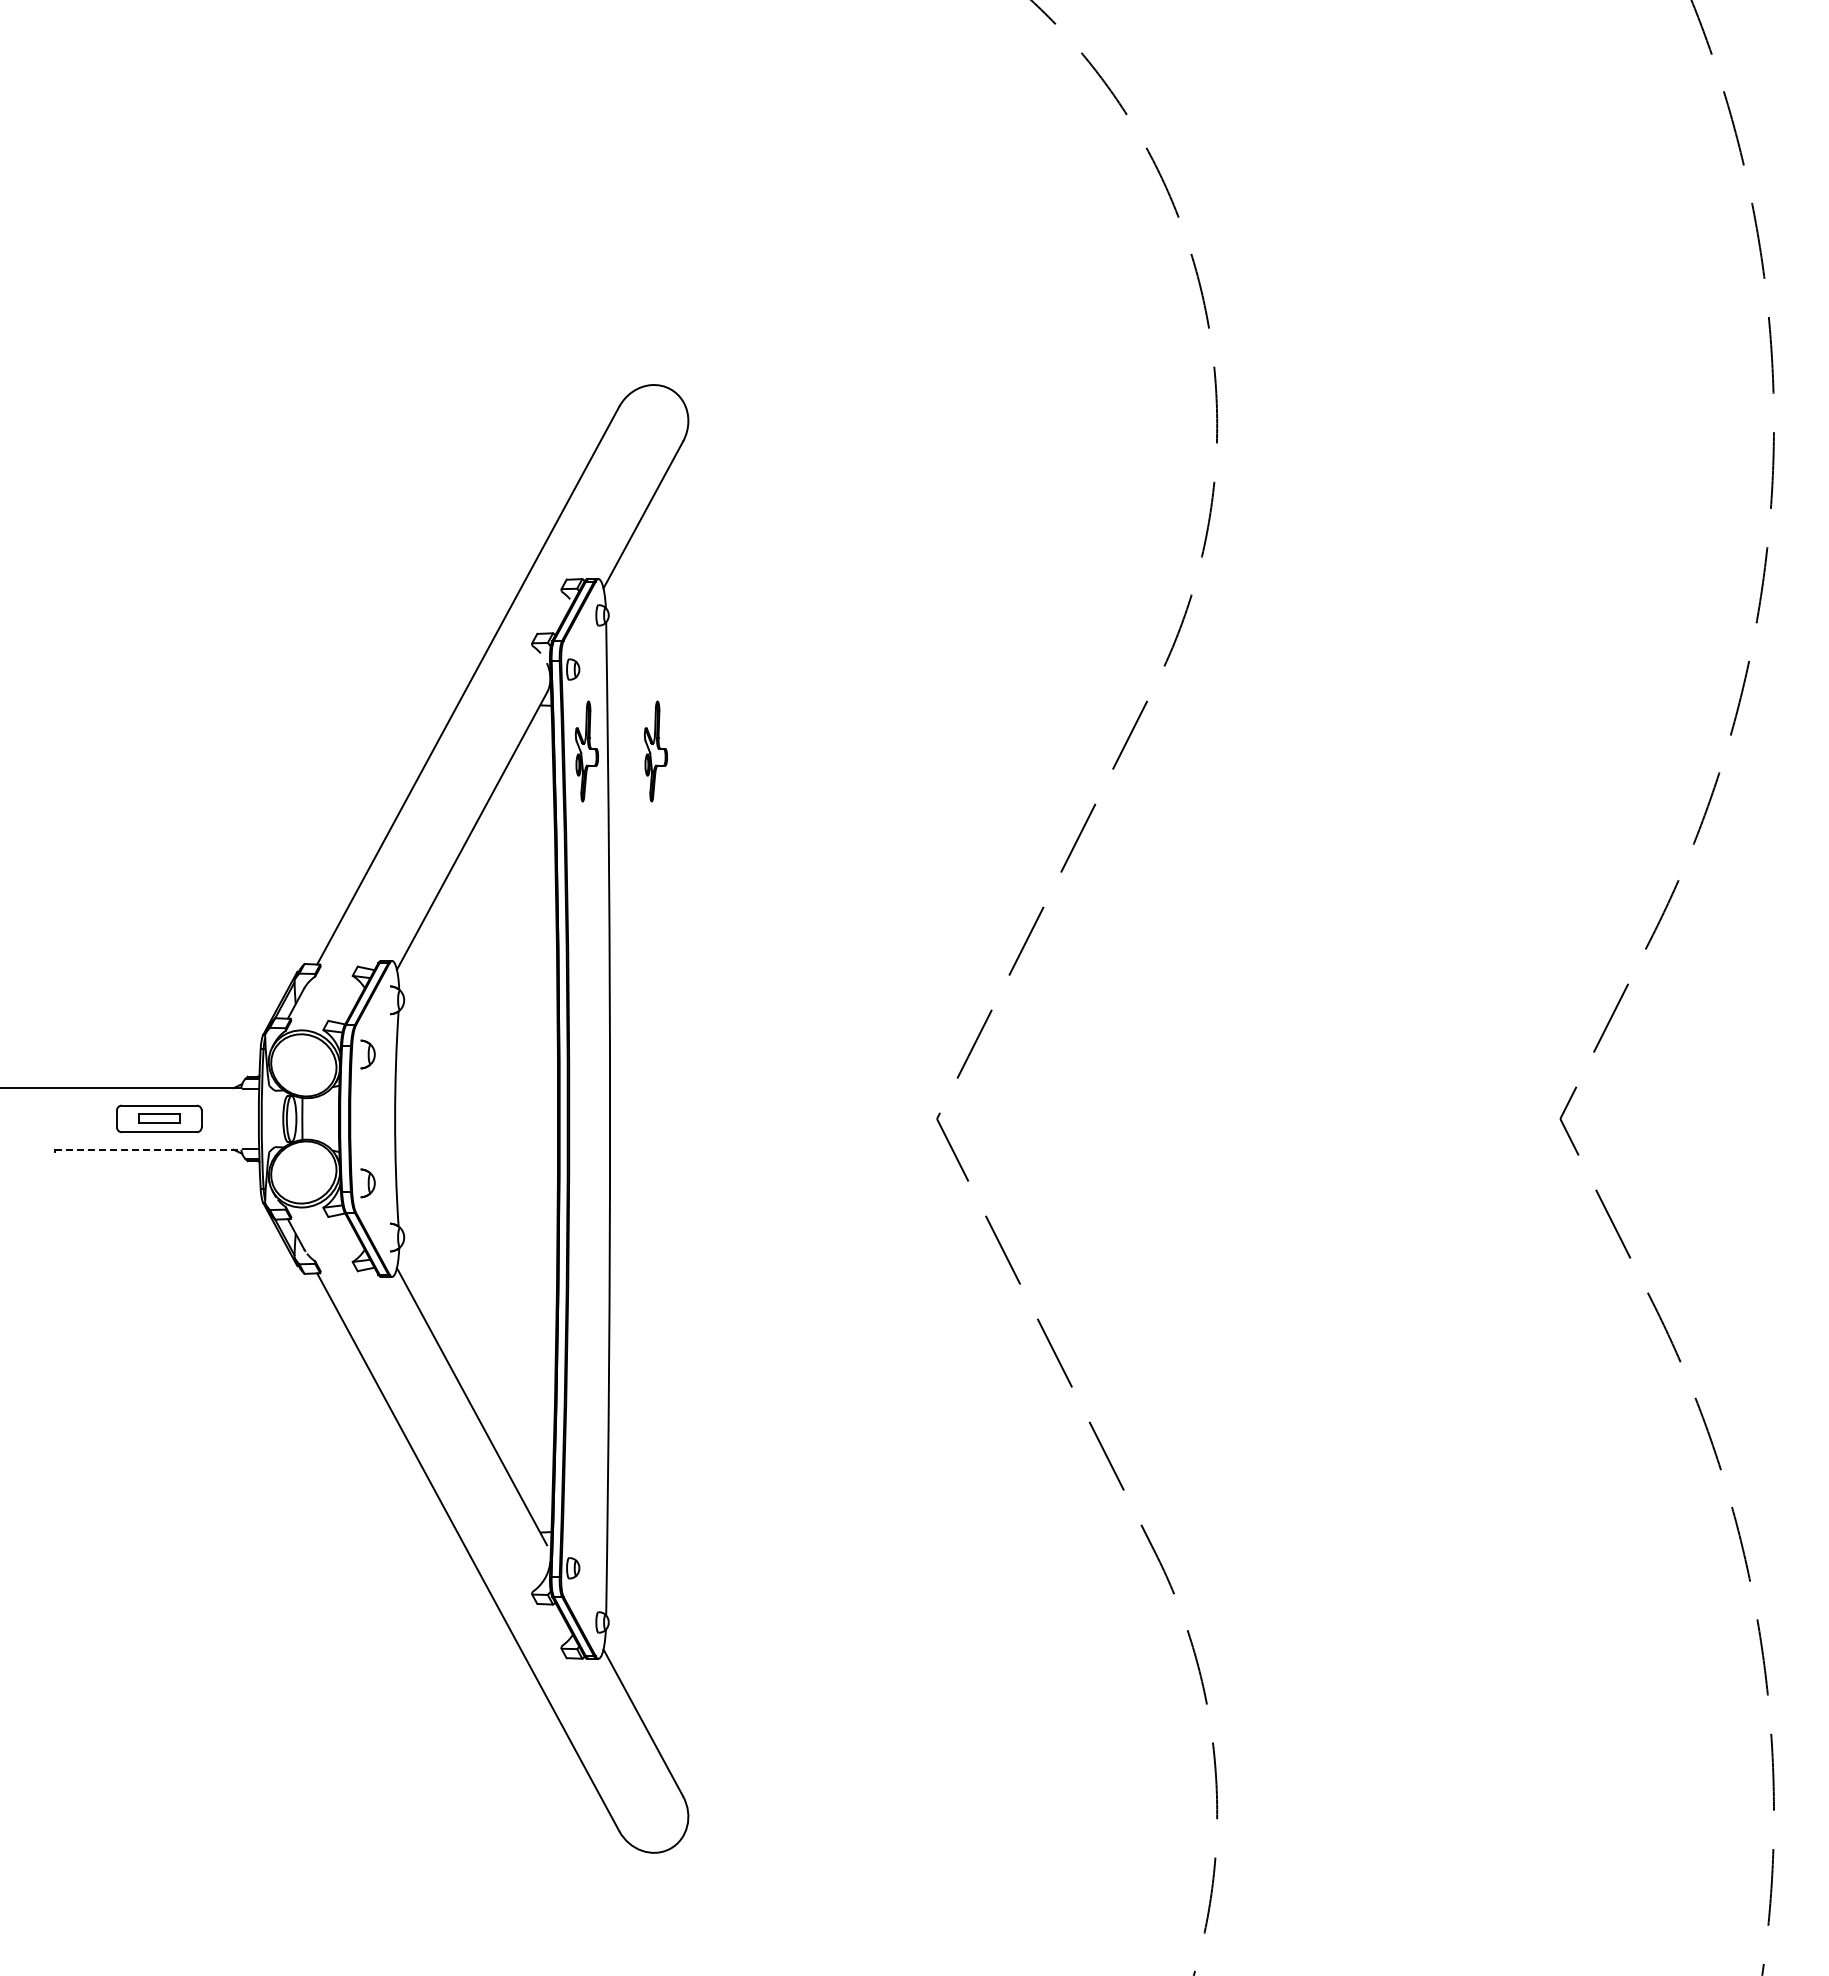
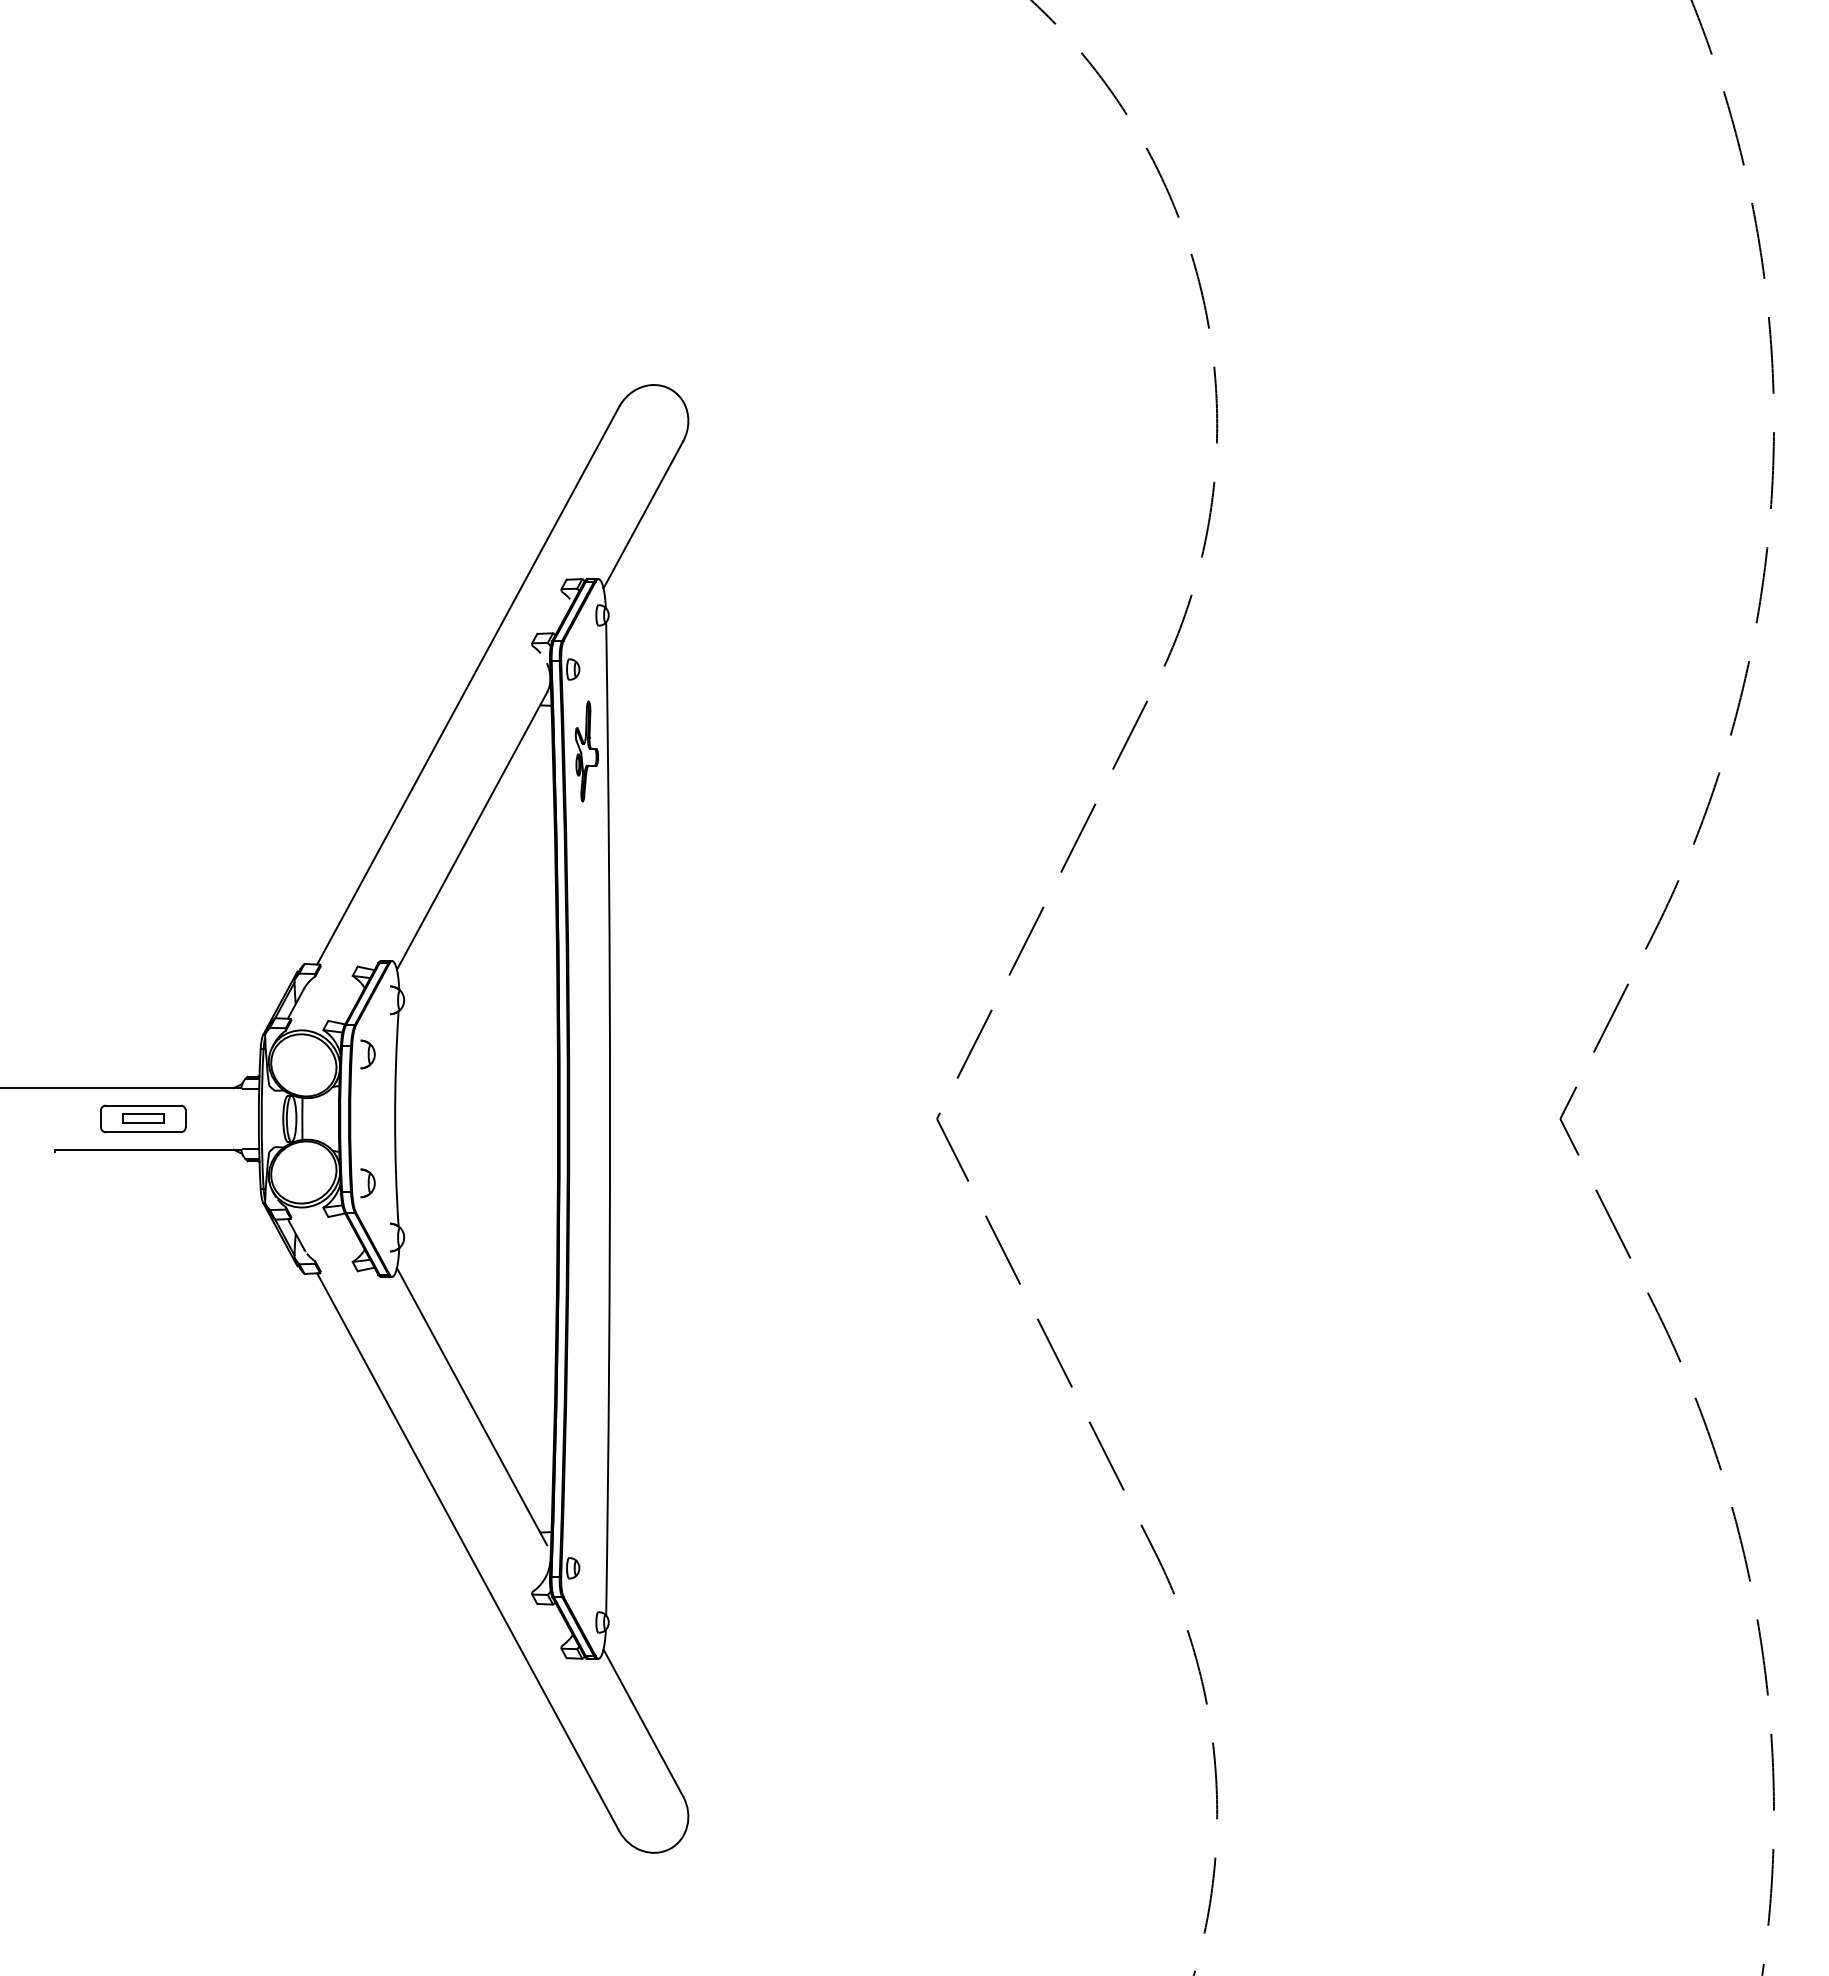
part at (655, 751): present -> none
part at (159, 1118) position: (159, 1118) -> (143, 1118)
line at (148, 1149): dashed -> solid
